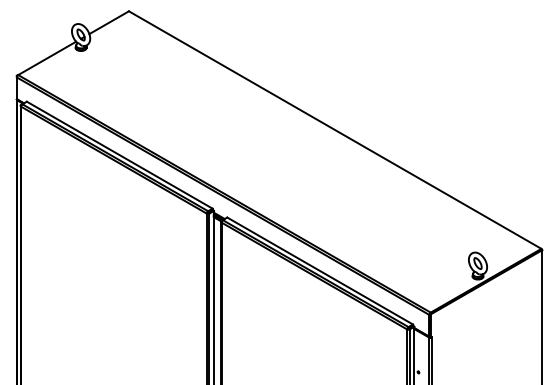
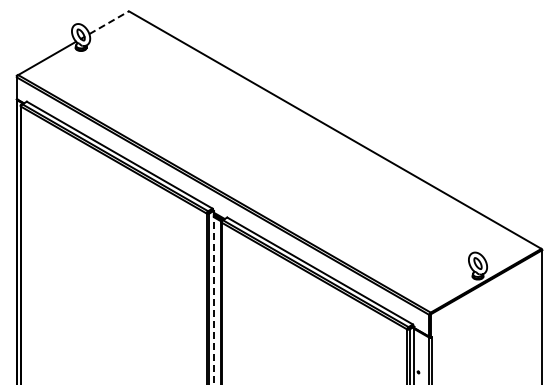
line at (109, 22): solid -> dashed
line at (213, 297): solid -> dashed
